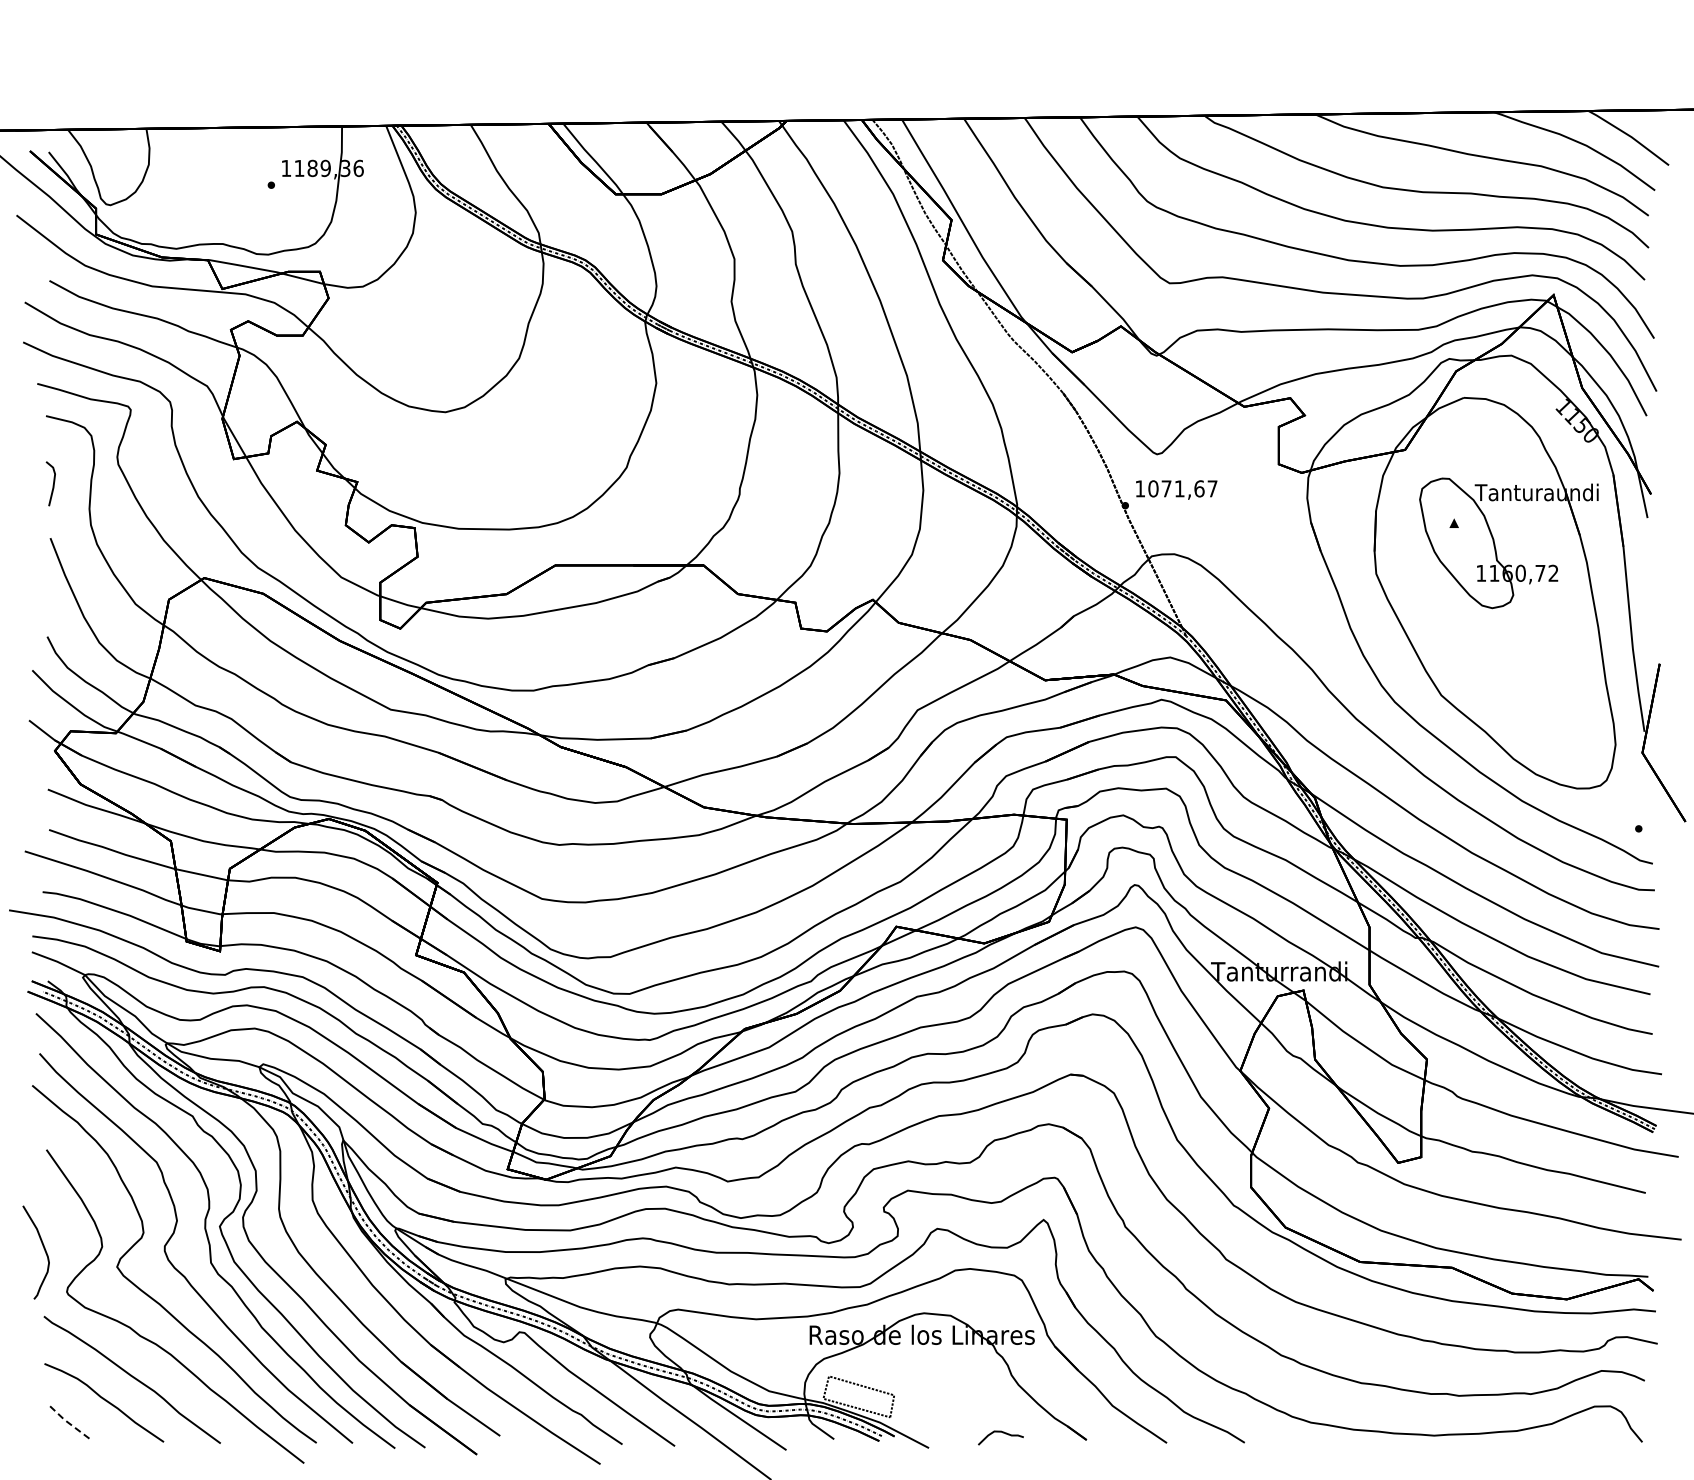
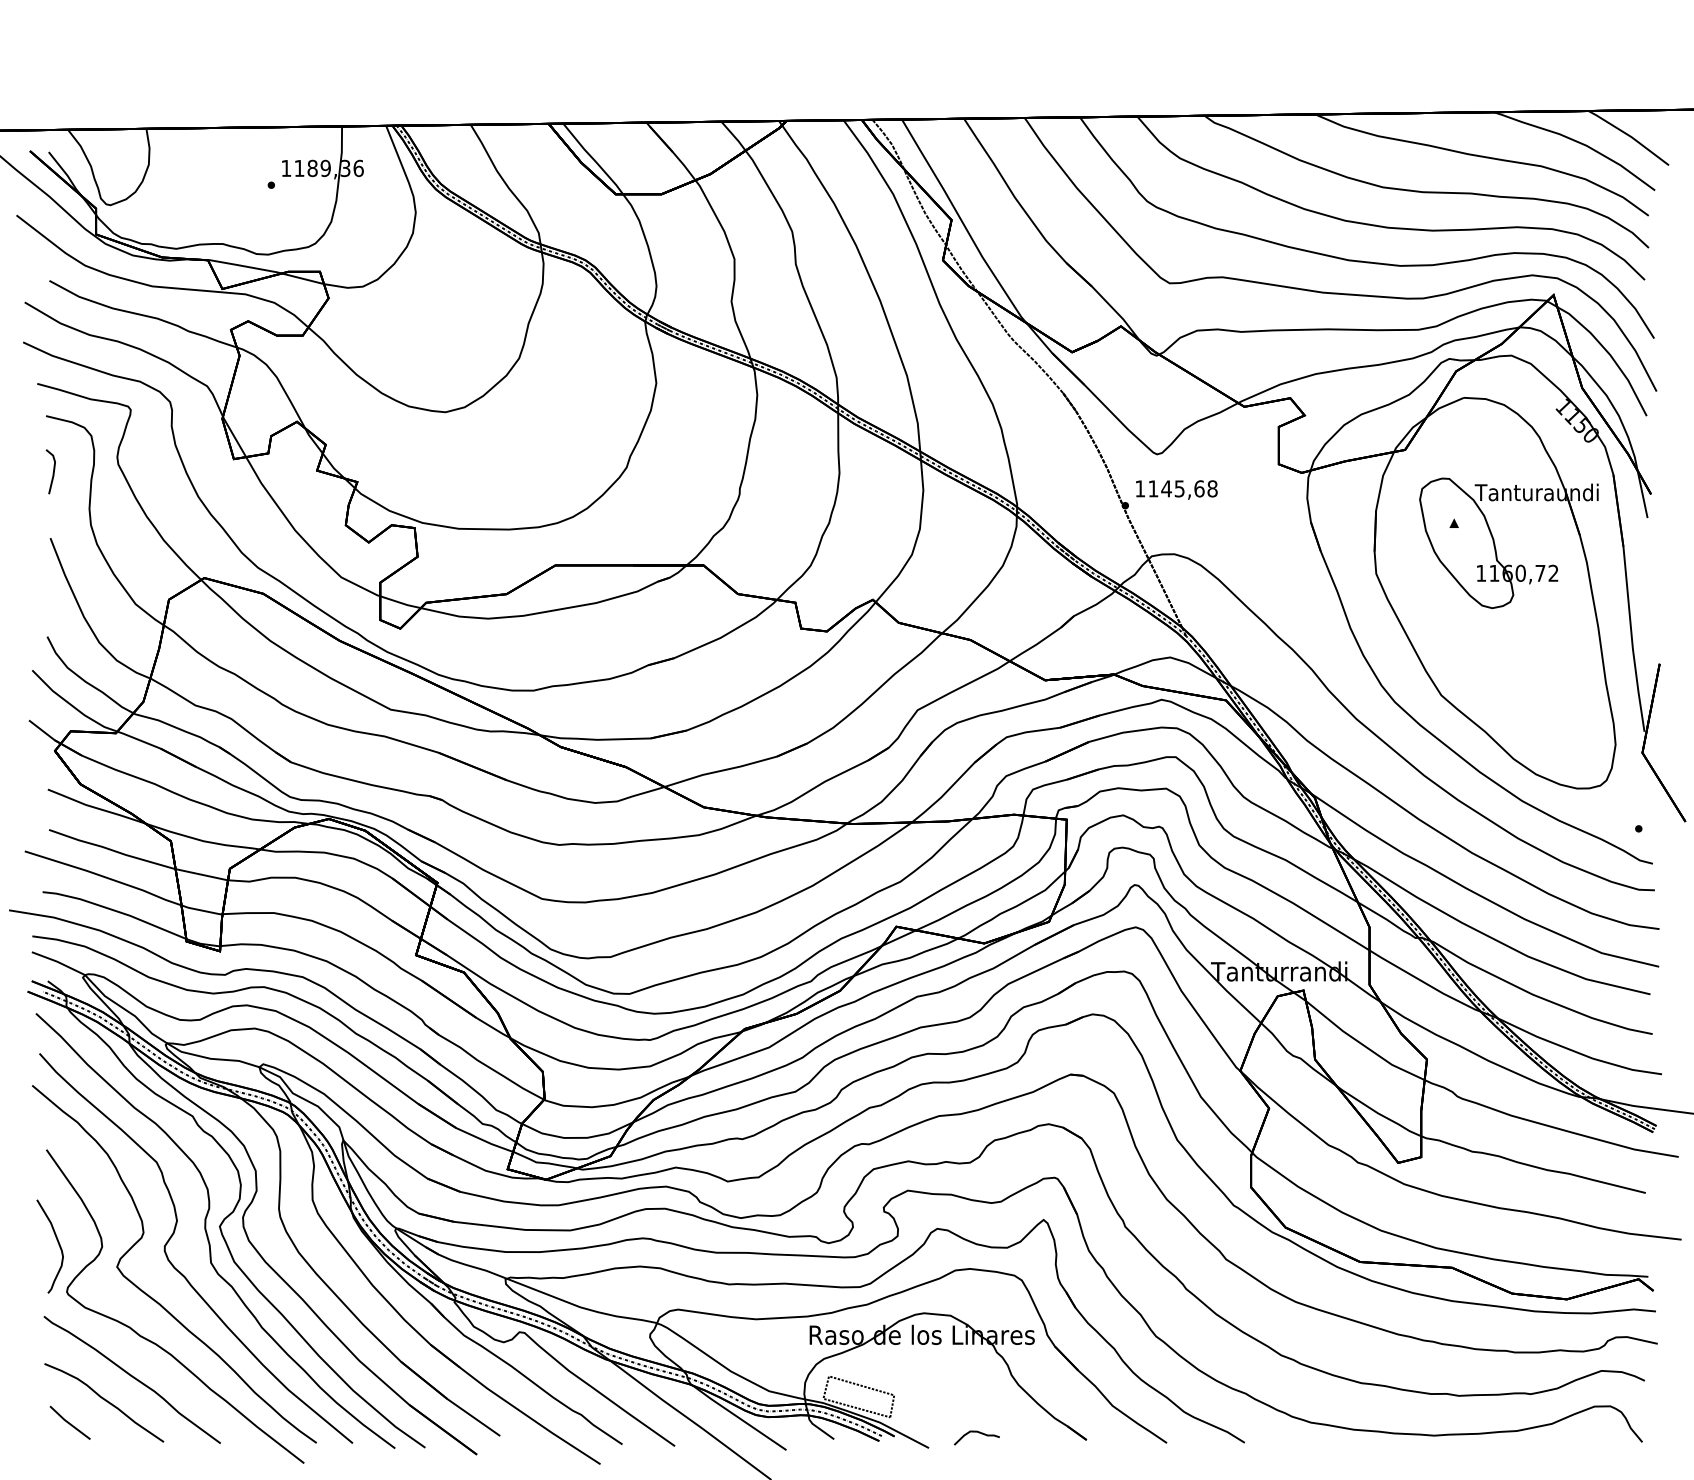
line at (52, 485) position: (52, 485) -> (52, 473)
text at (1182, 488): 1071,67 -> 1145,68
curve at (43, 1248) position: (43, 1248) -> (57, 1242)
line at (69, 1423): dashed -> solid
curve at (1002, 1433) position: (1002, 1433) -> (978, 1433)
